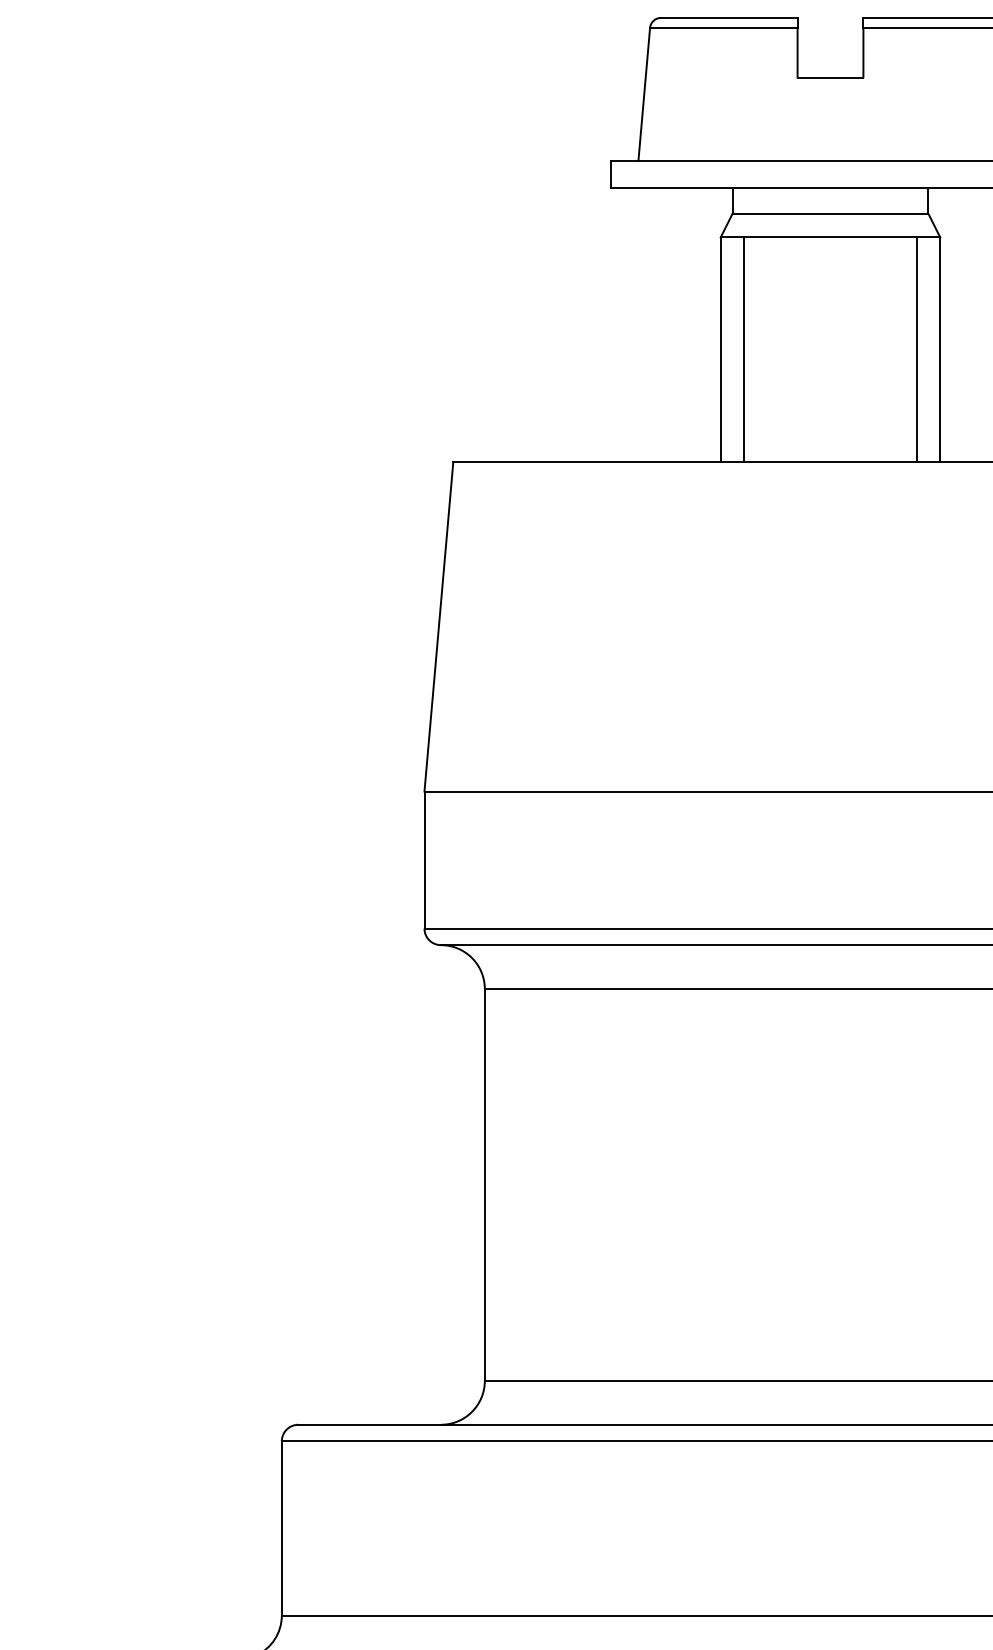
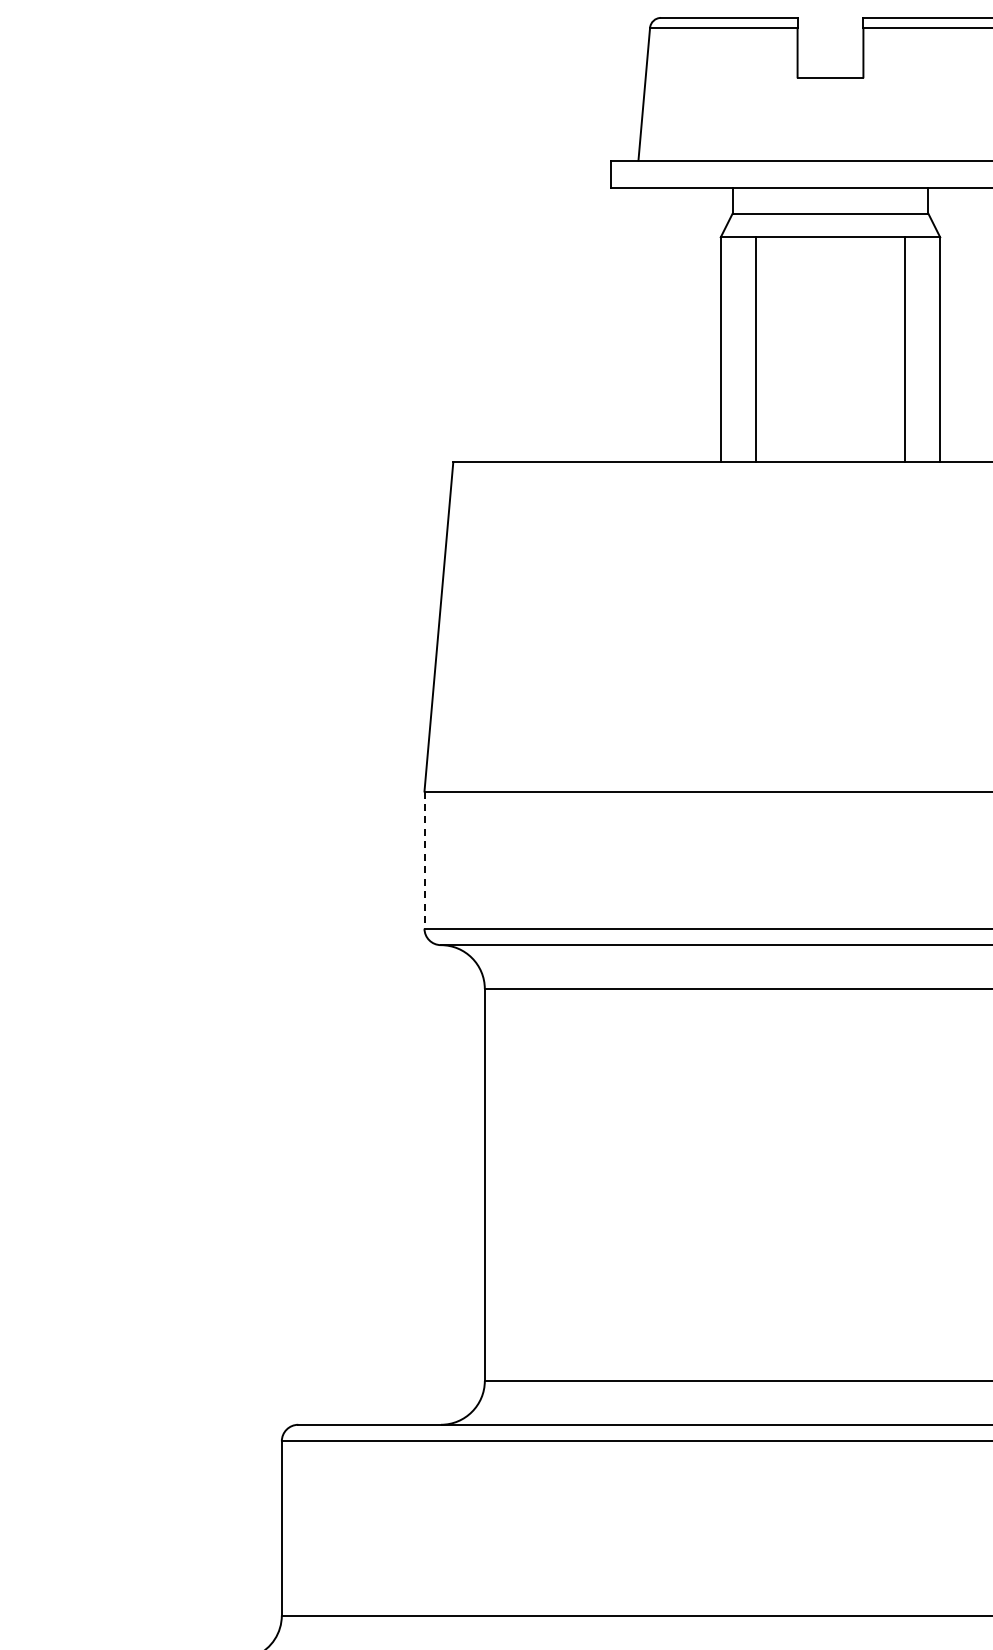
line at (743, 349) position: (743, 349) -> (755, 349)
line at (917, 349) position: (917, 349) -> (905, 349)
line at (424, 860): solid -> dashed
